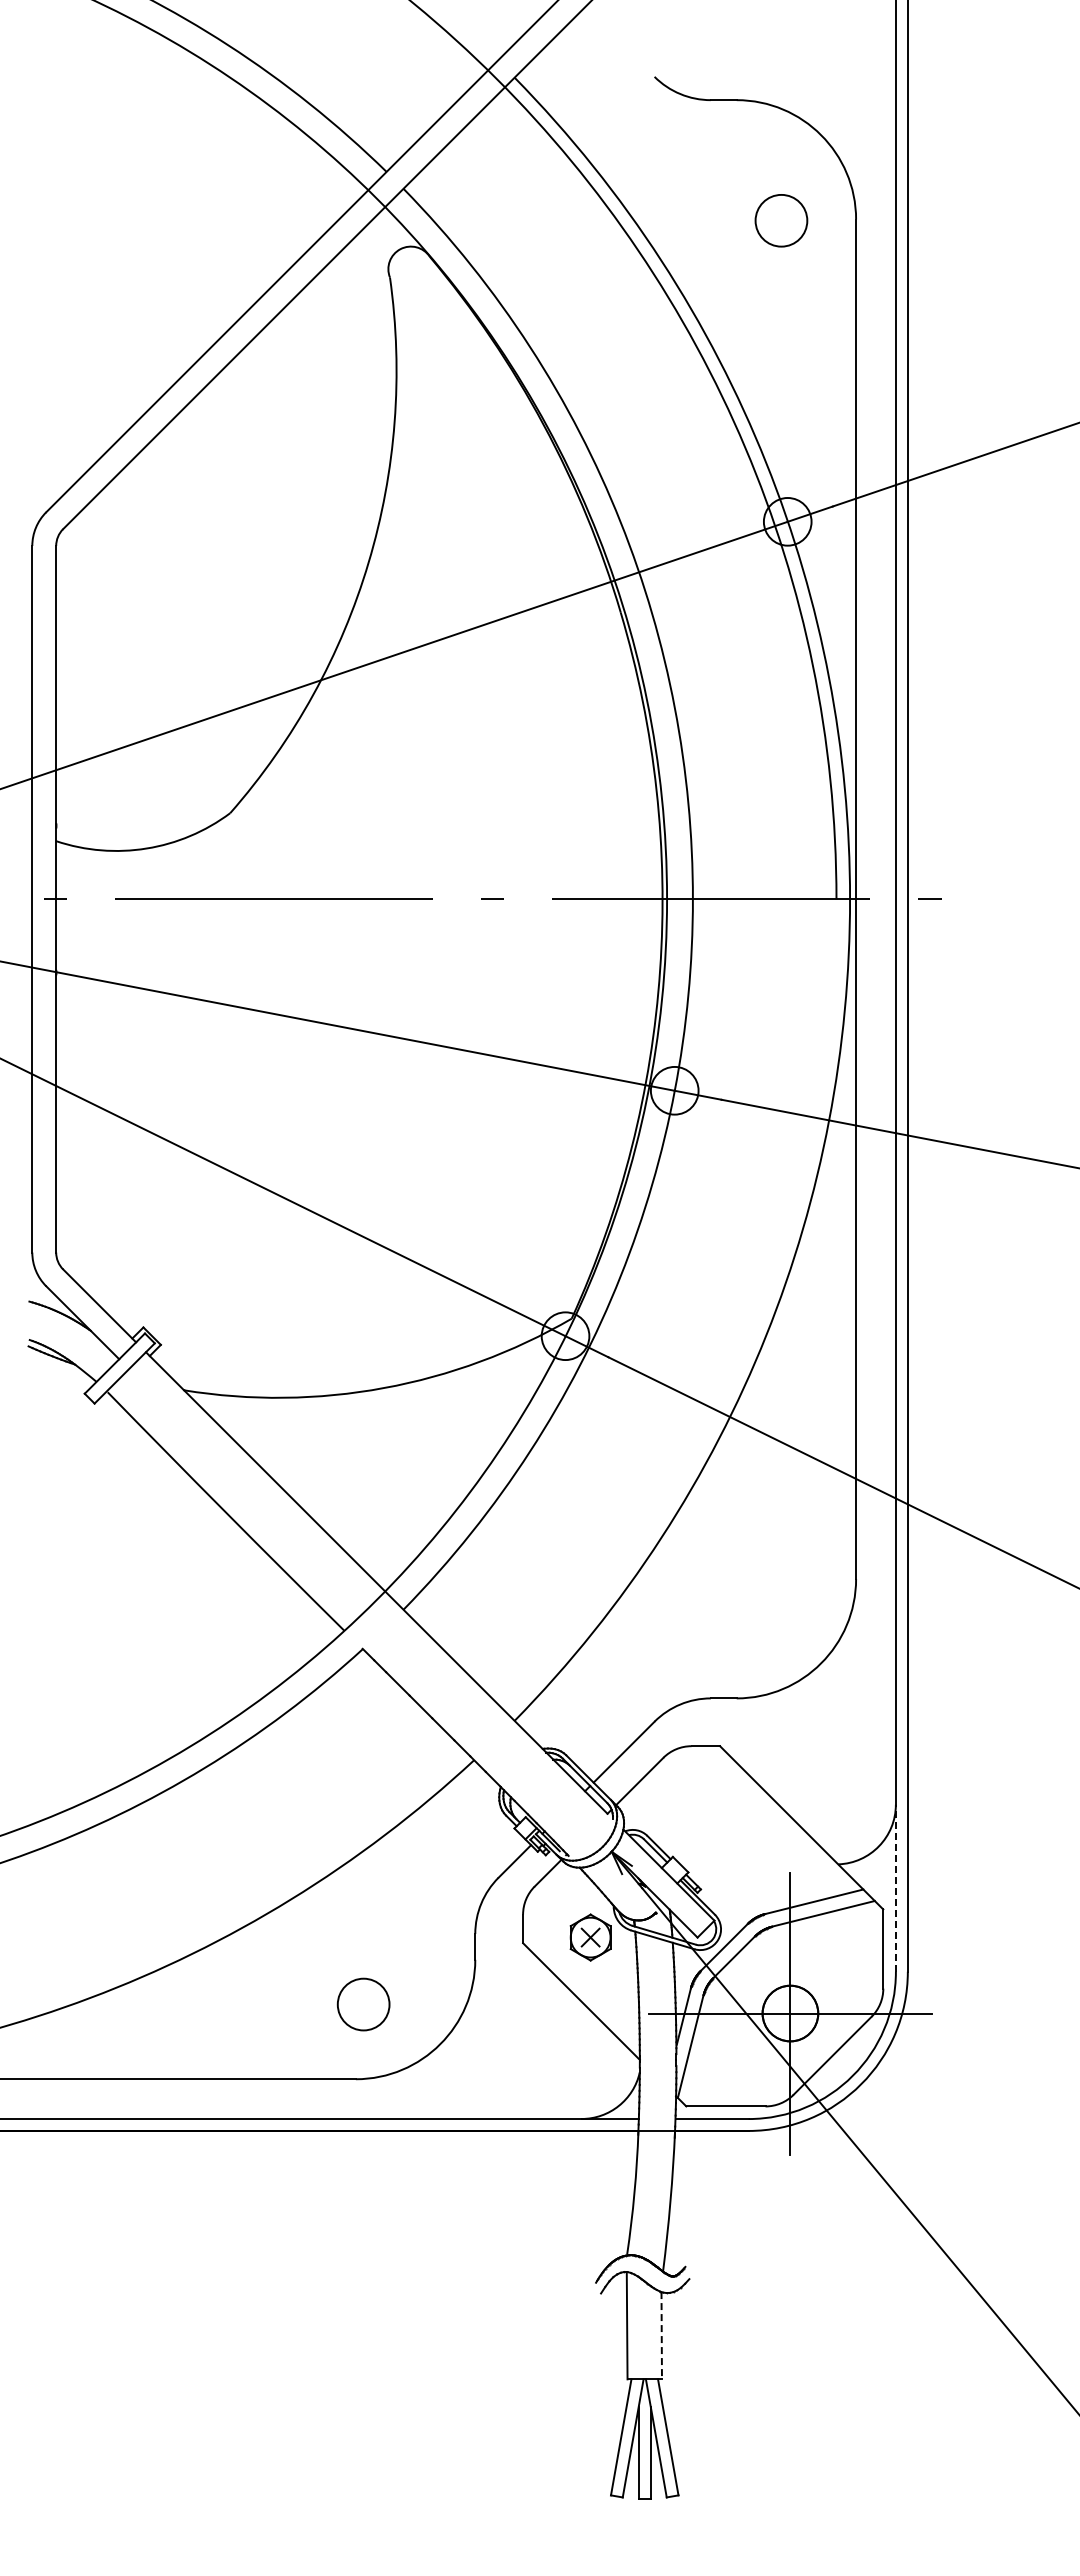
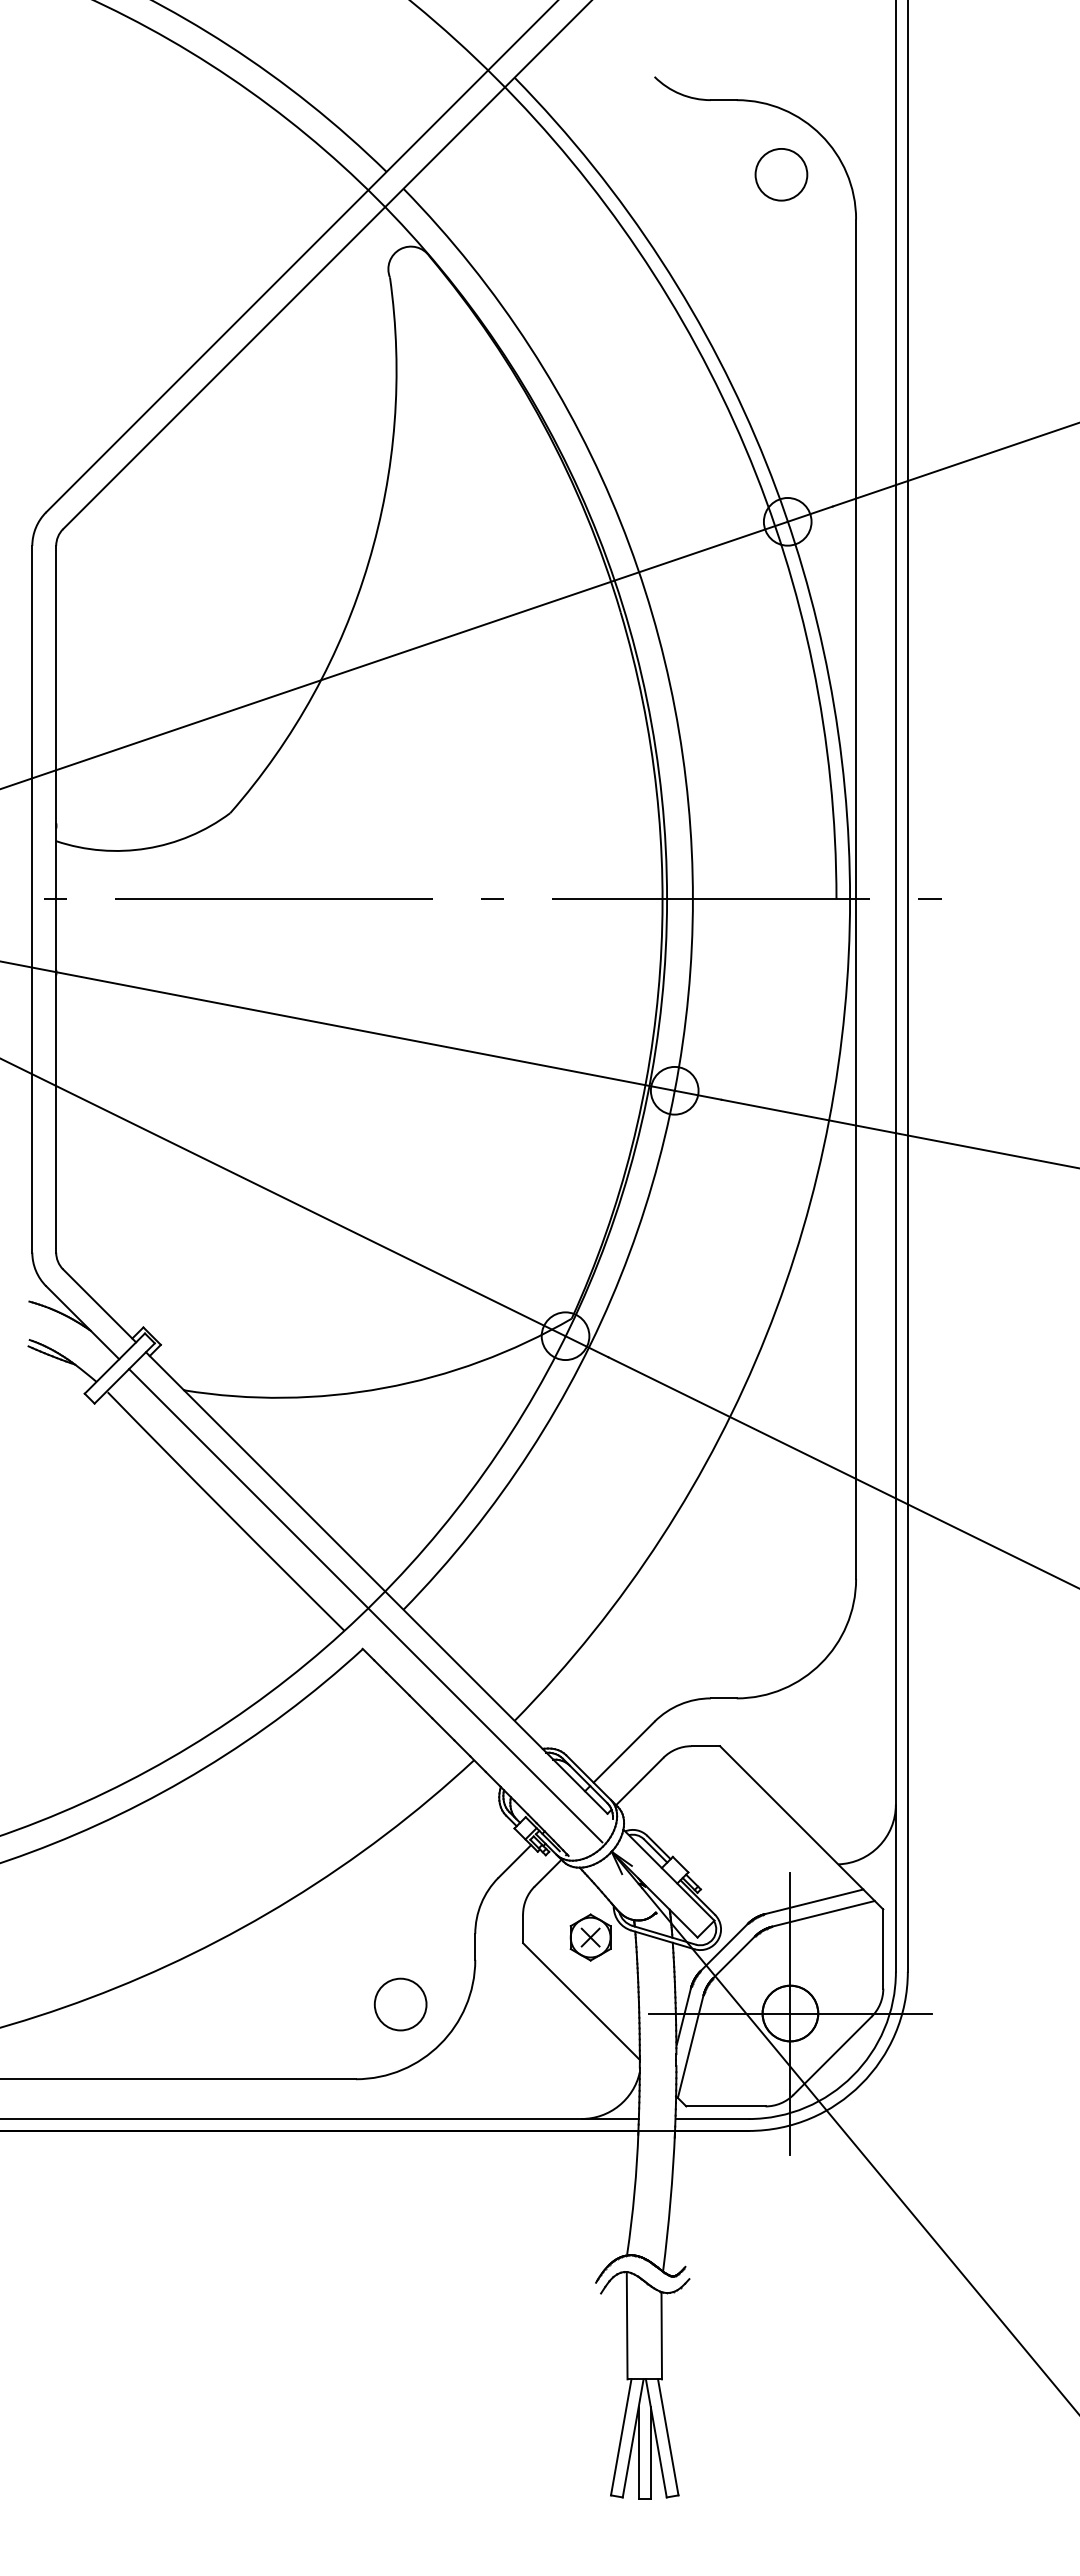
circle at (781, 220) position: (781, 220) -> (781, 174)
line at (365, 1605): none -> present
line at (895, 1888): dashed -> solid
circle at (363, 2004) position: (363, 2004) -> (400, 2004)
line at (661, 2335): dashed -> solid
